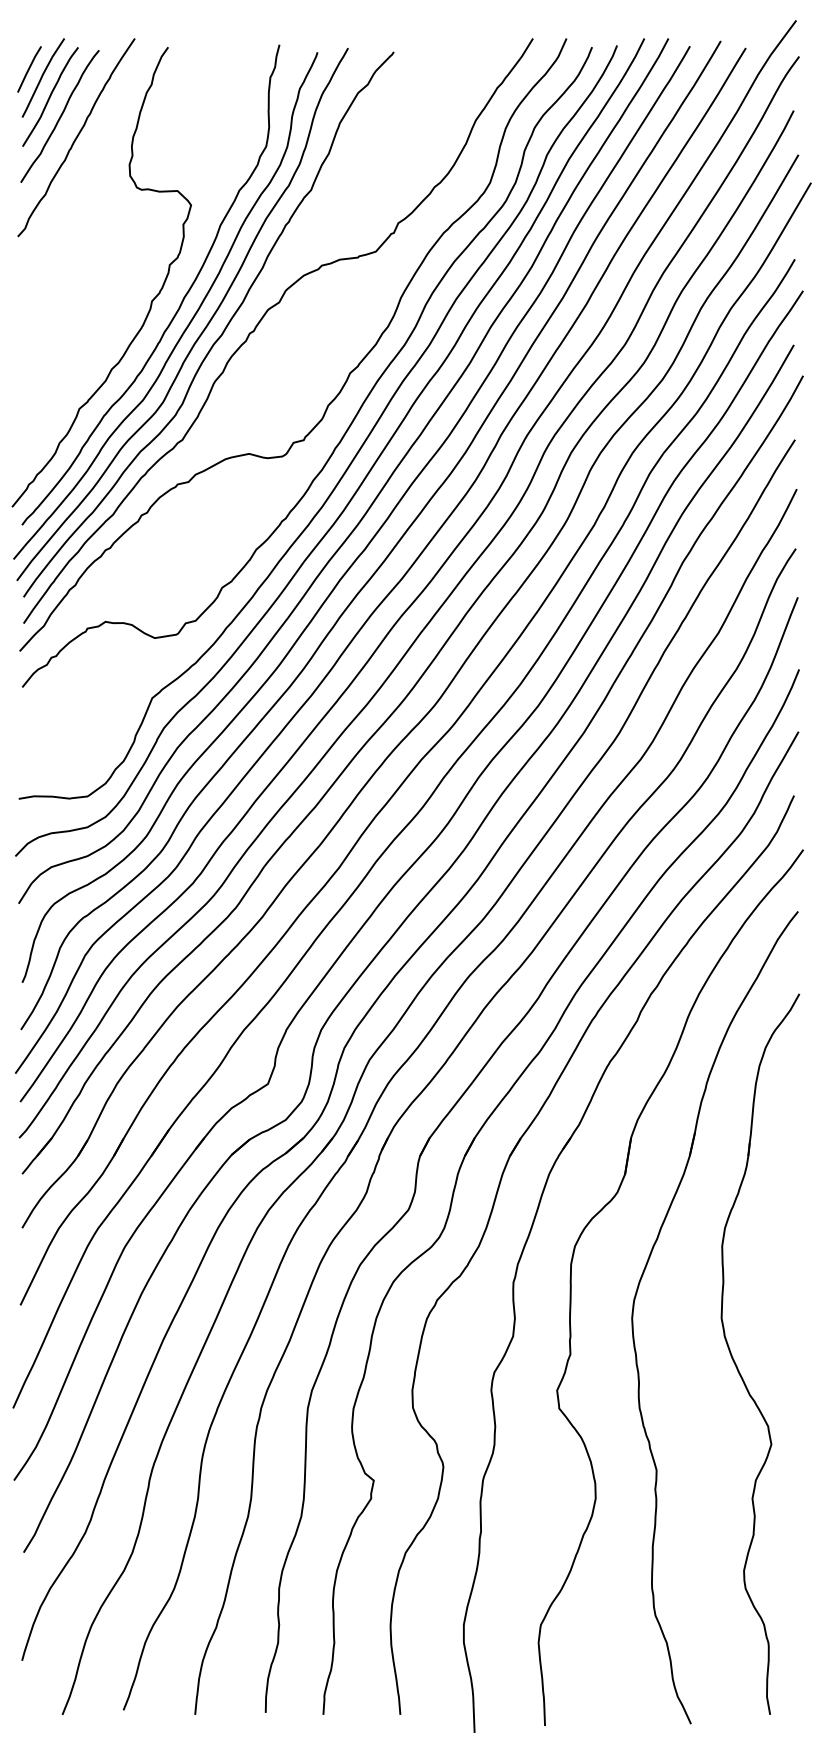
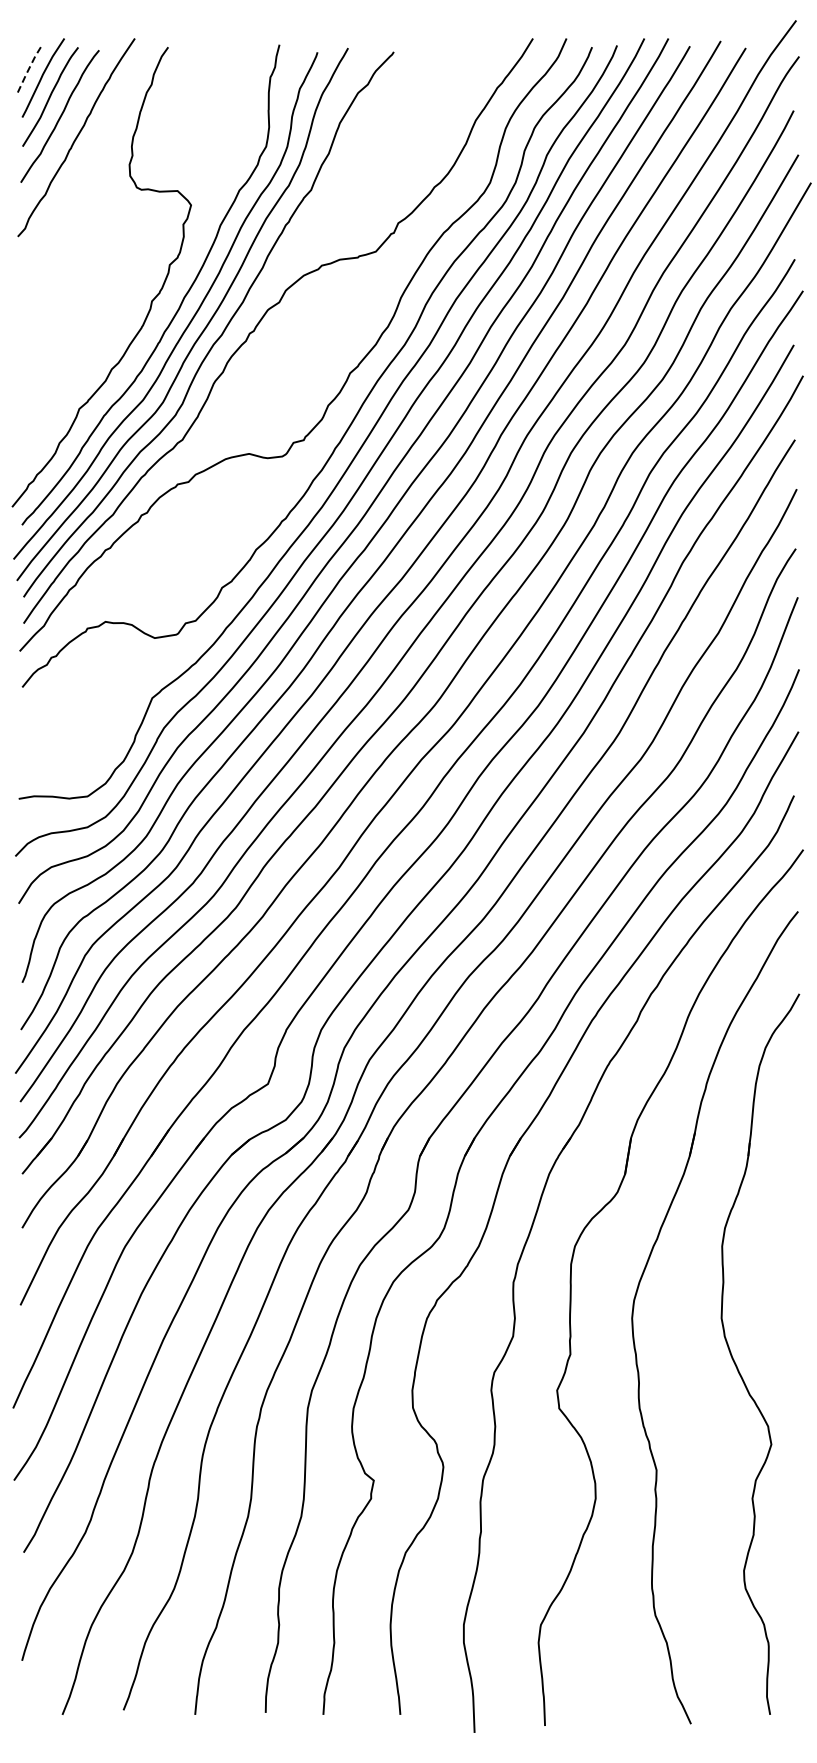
line at (29, 68): solid -> dashed
